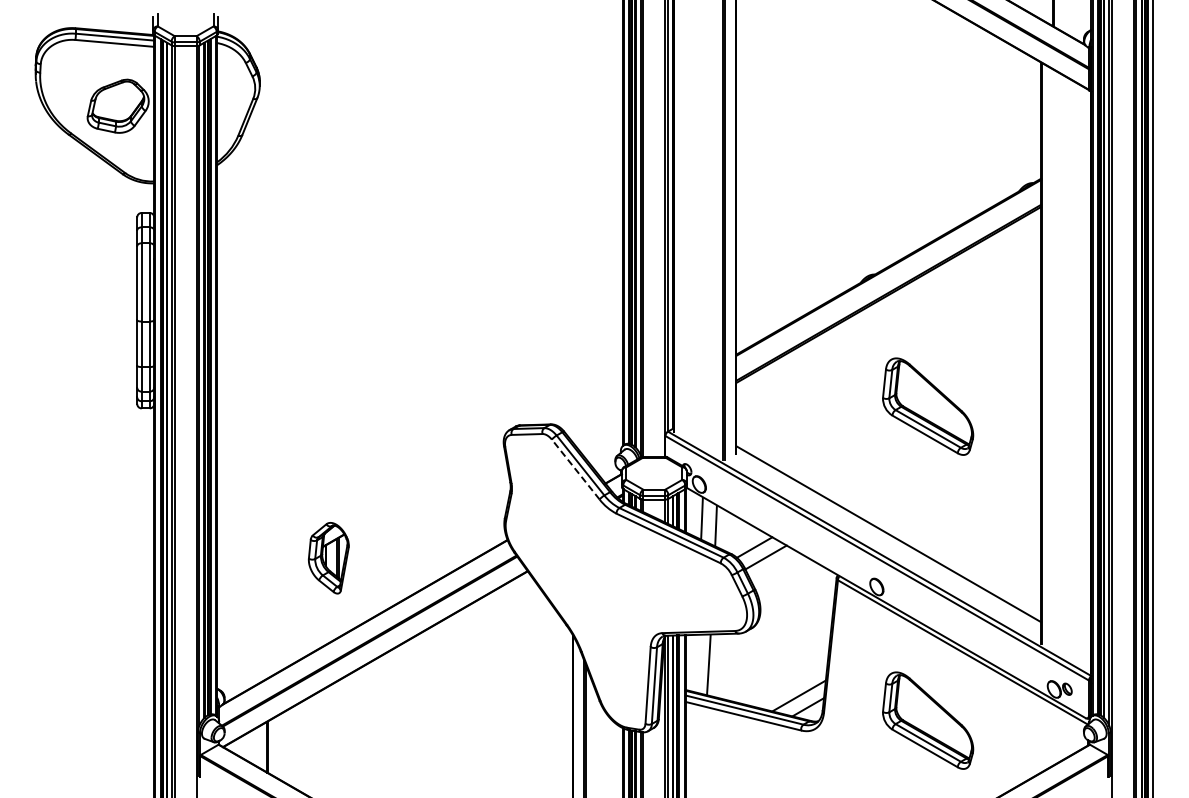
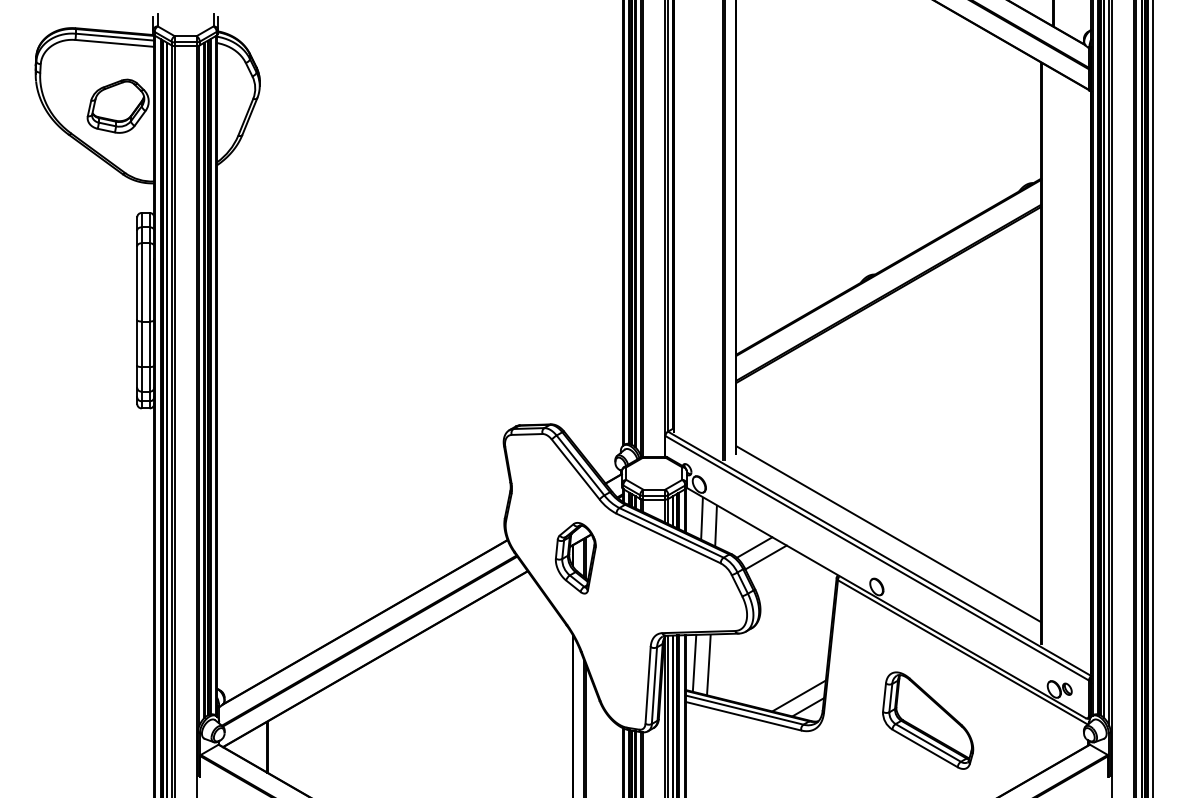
part at (928, 406): present -> none
line at (575, 469): dashed -> solid
part at (328, 558) position: (328, 558) -> (575, 558)
line at (694, 662): none -> present
